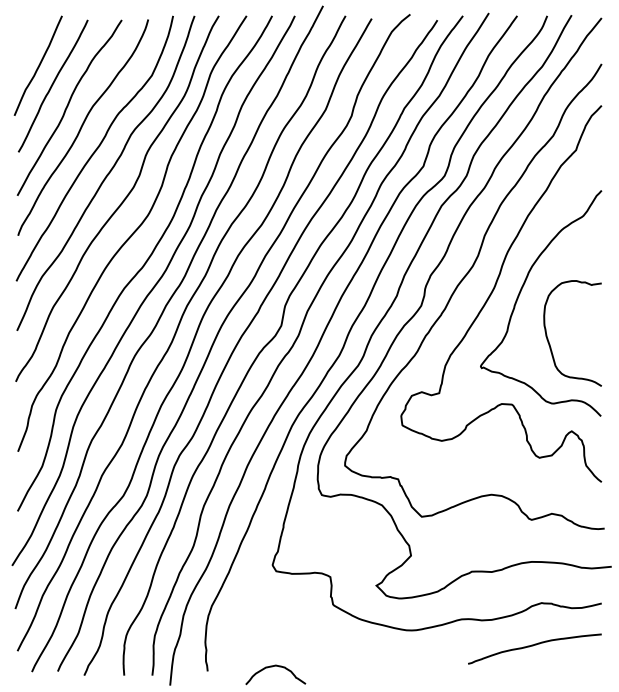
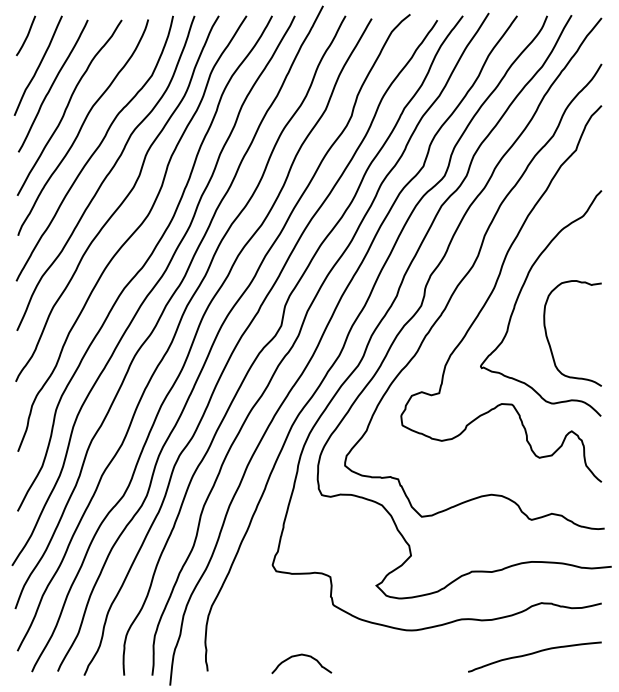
curve at (26, 35): none -> present
curve at (533, 646) position: (533, 646) -> (533, 654)
curve at (272, 667) position: (272, 667) -> (298, 656)
